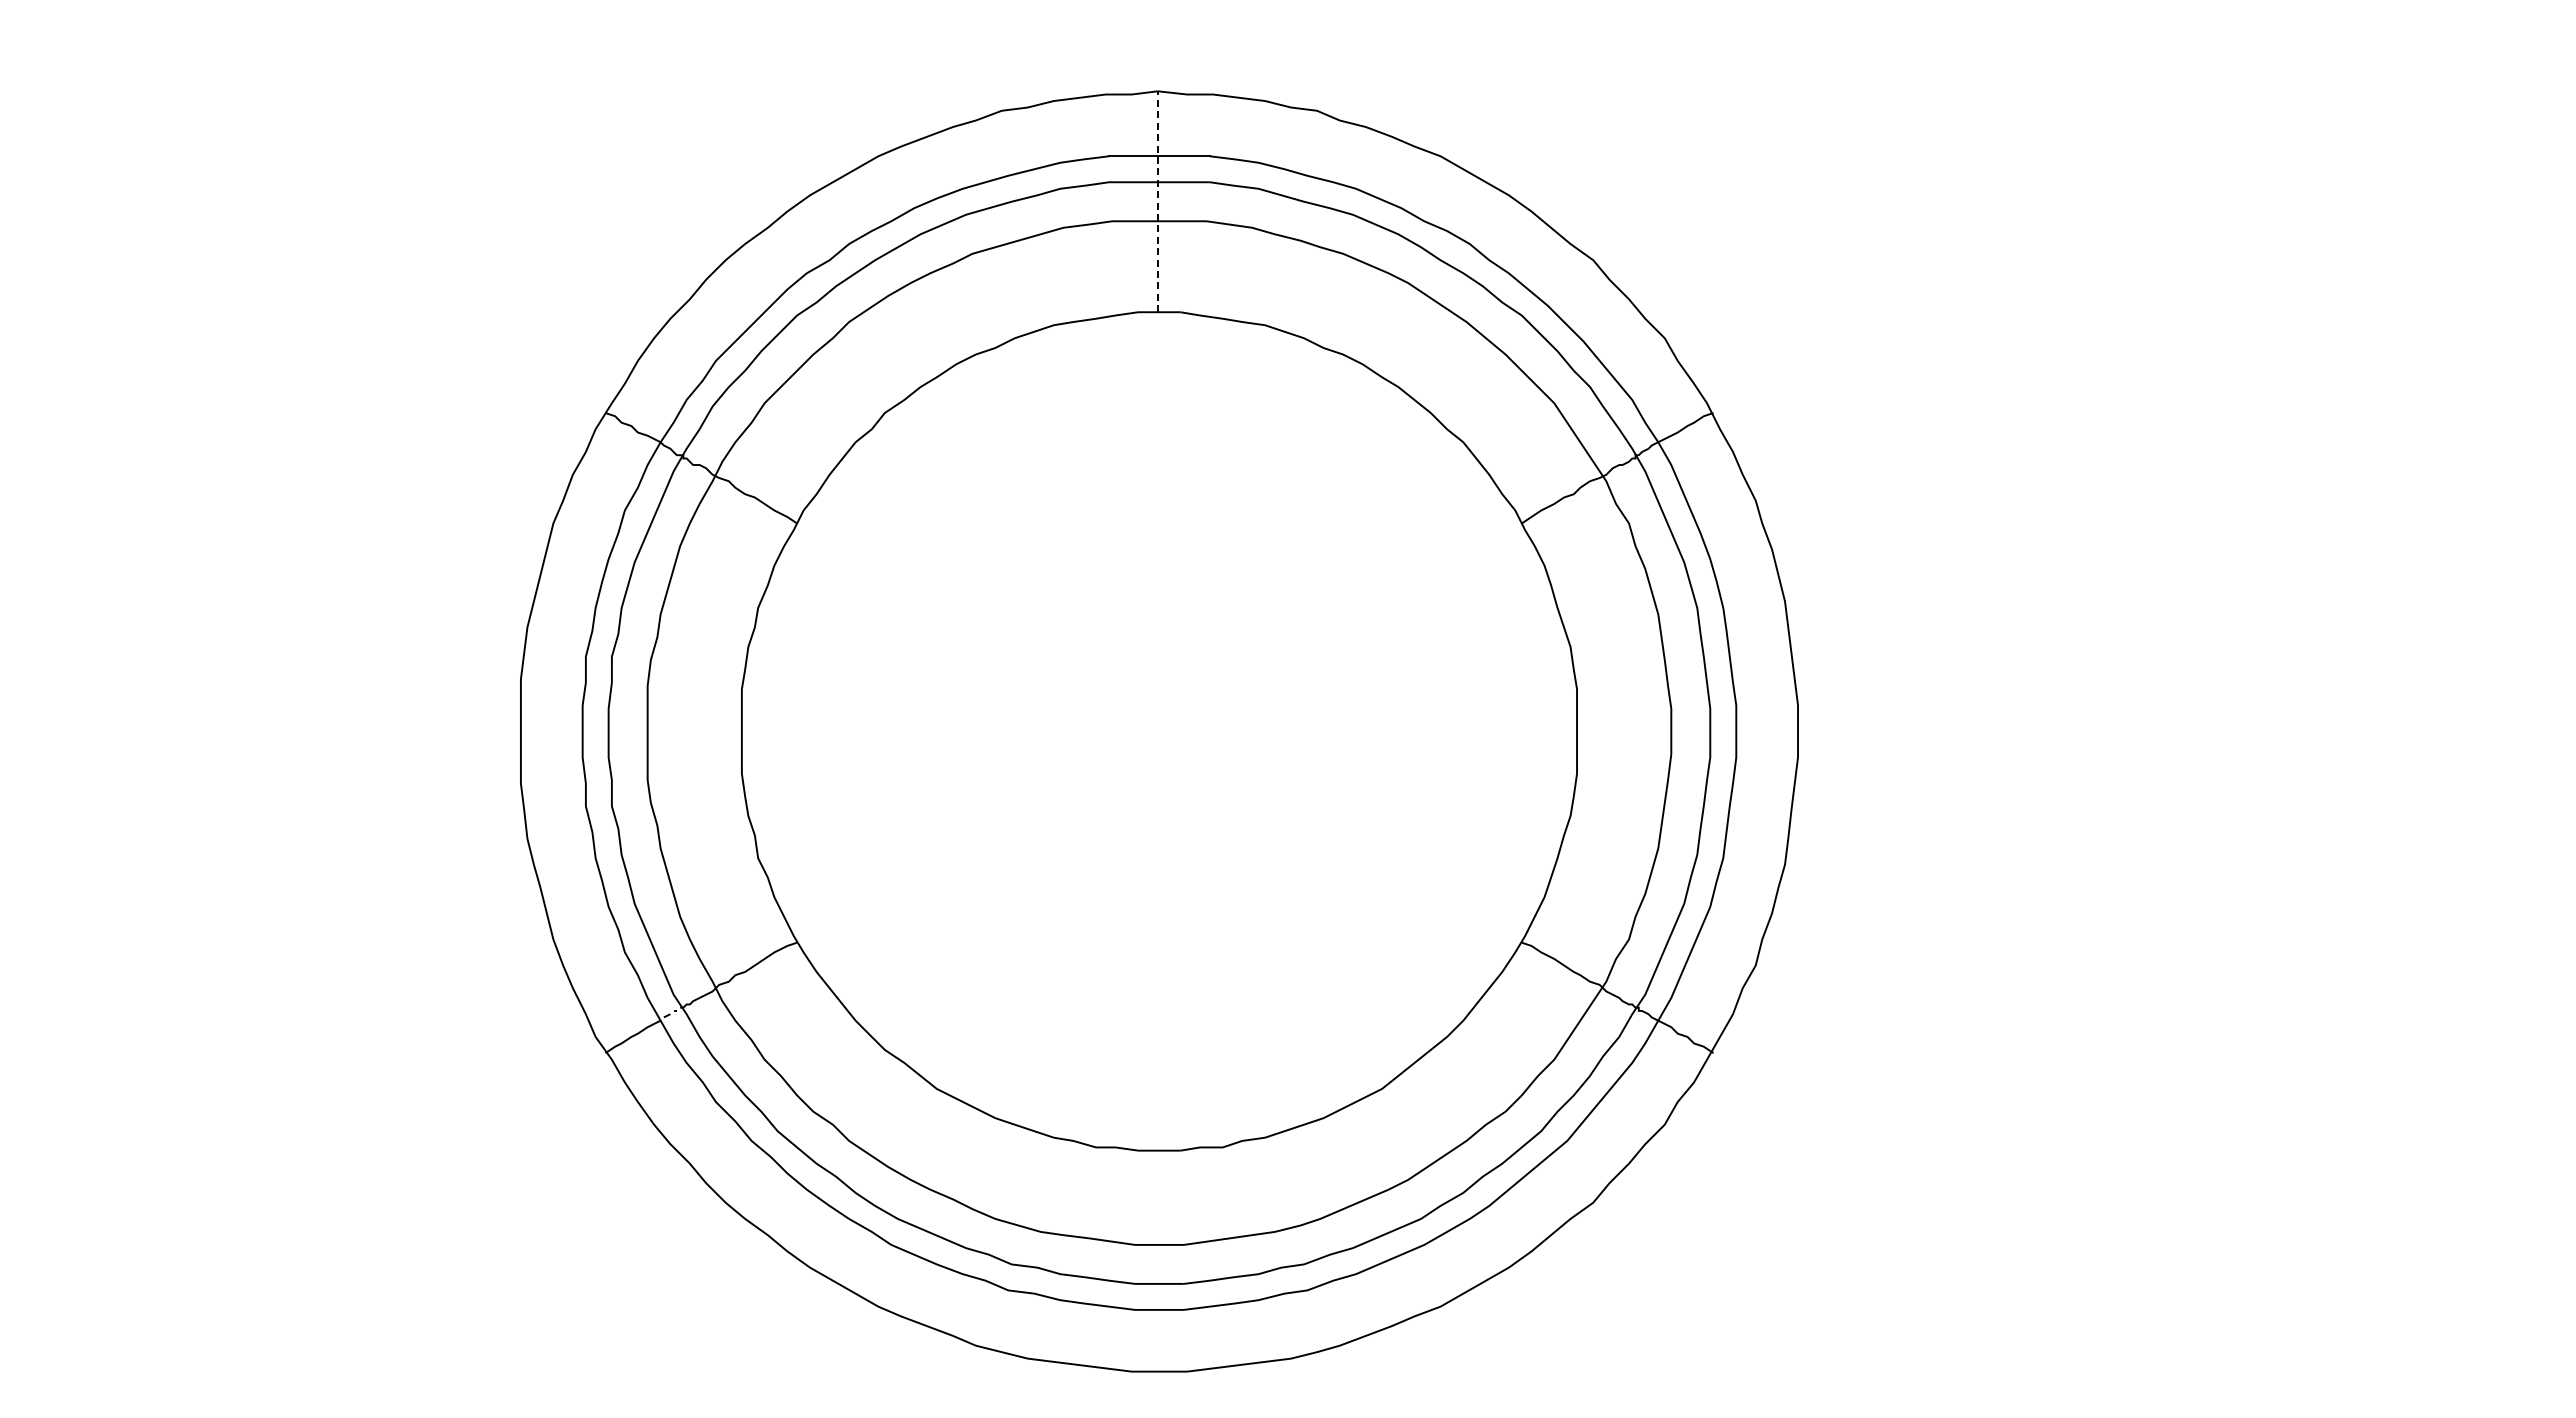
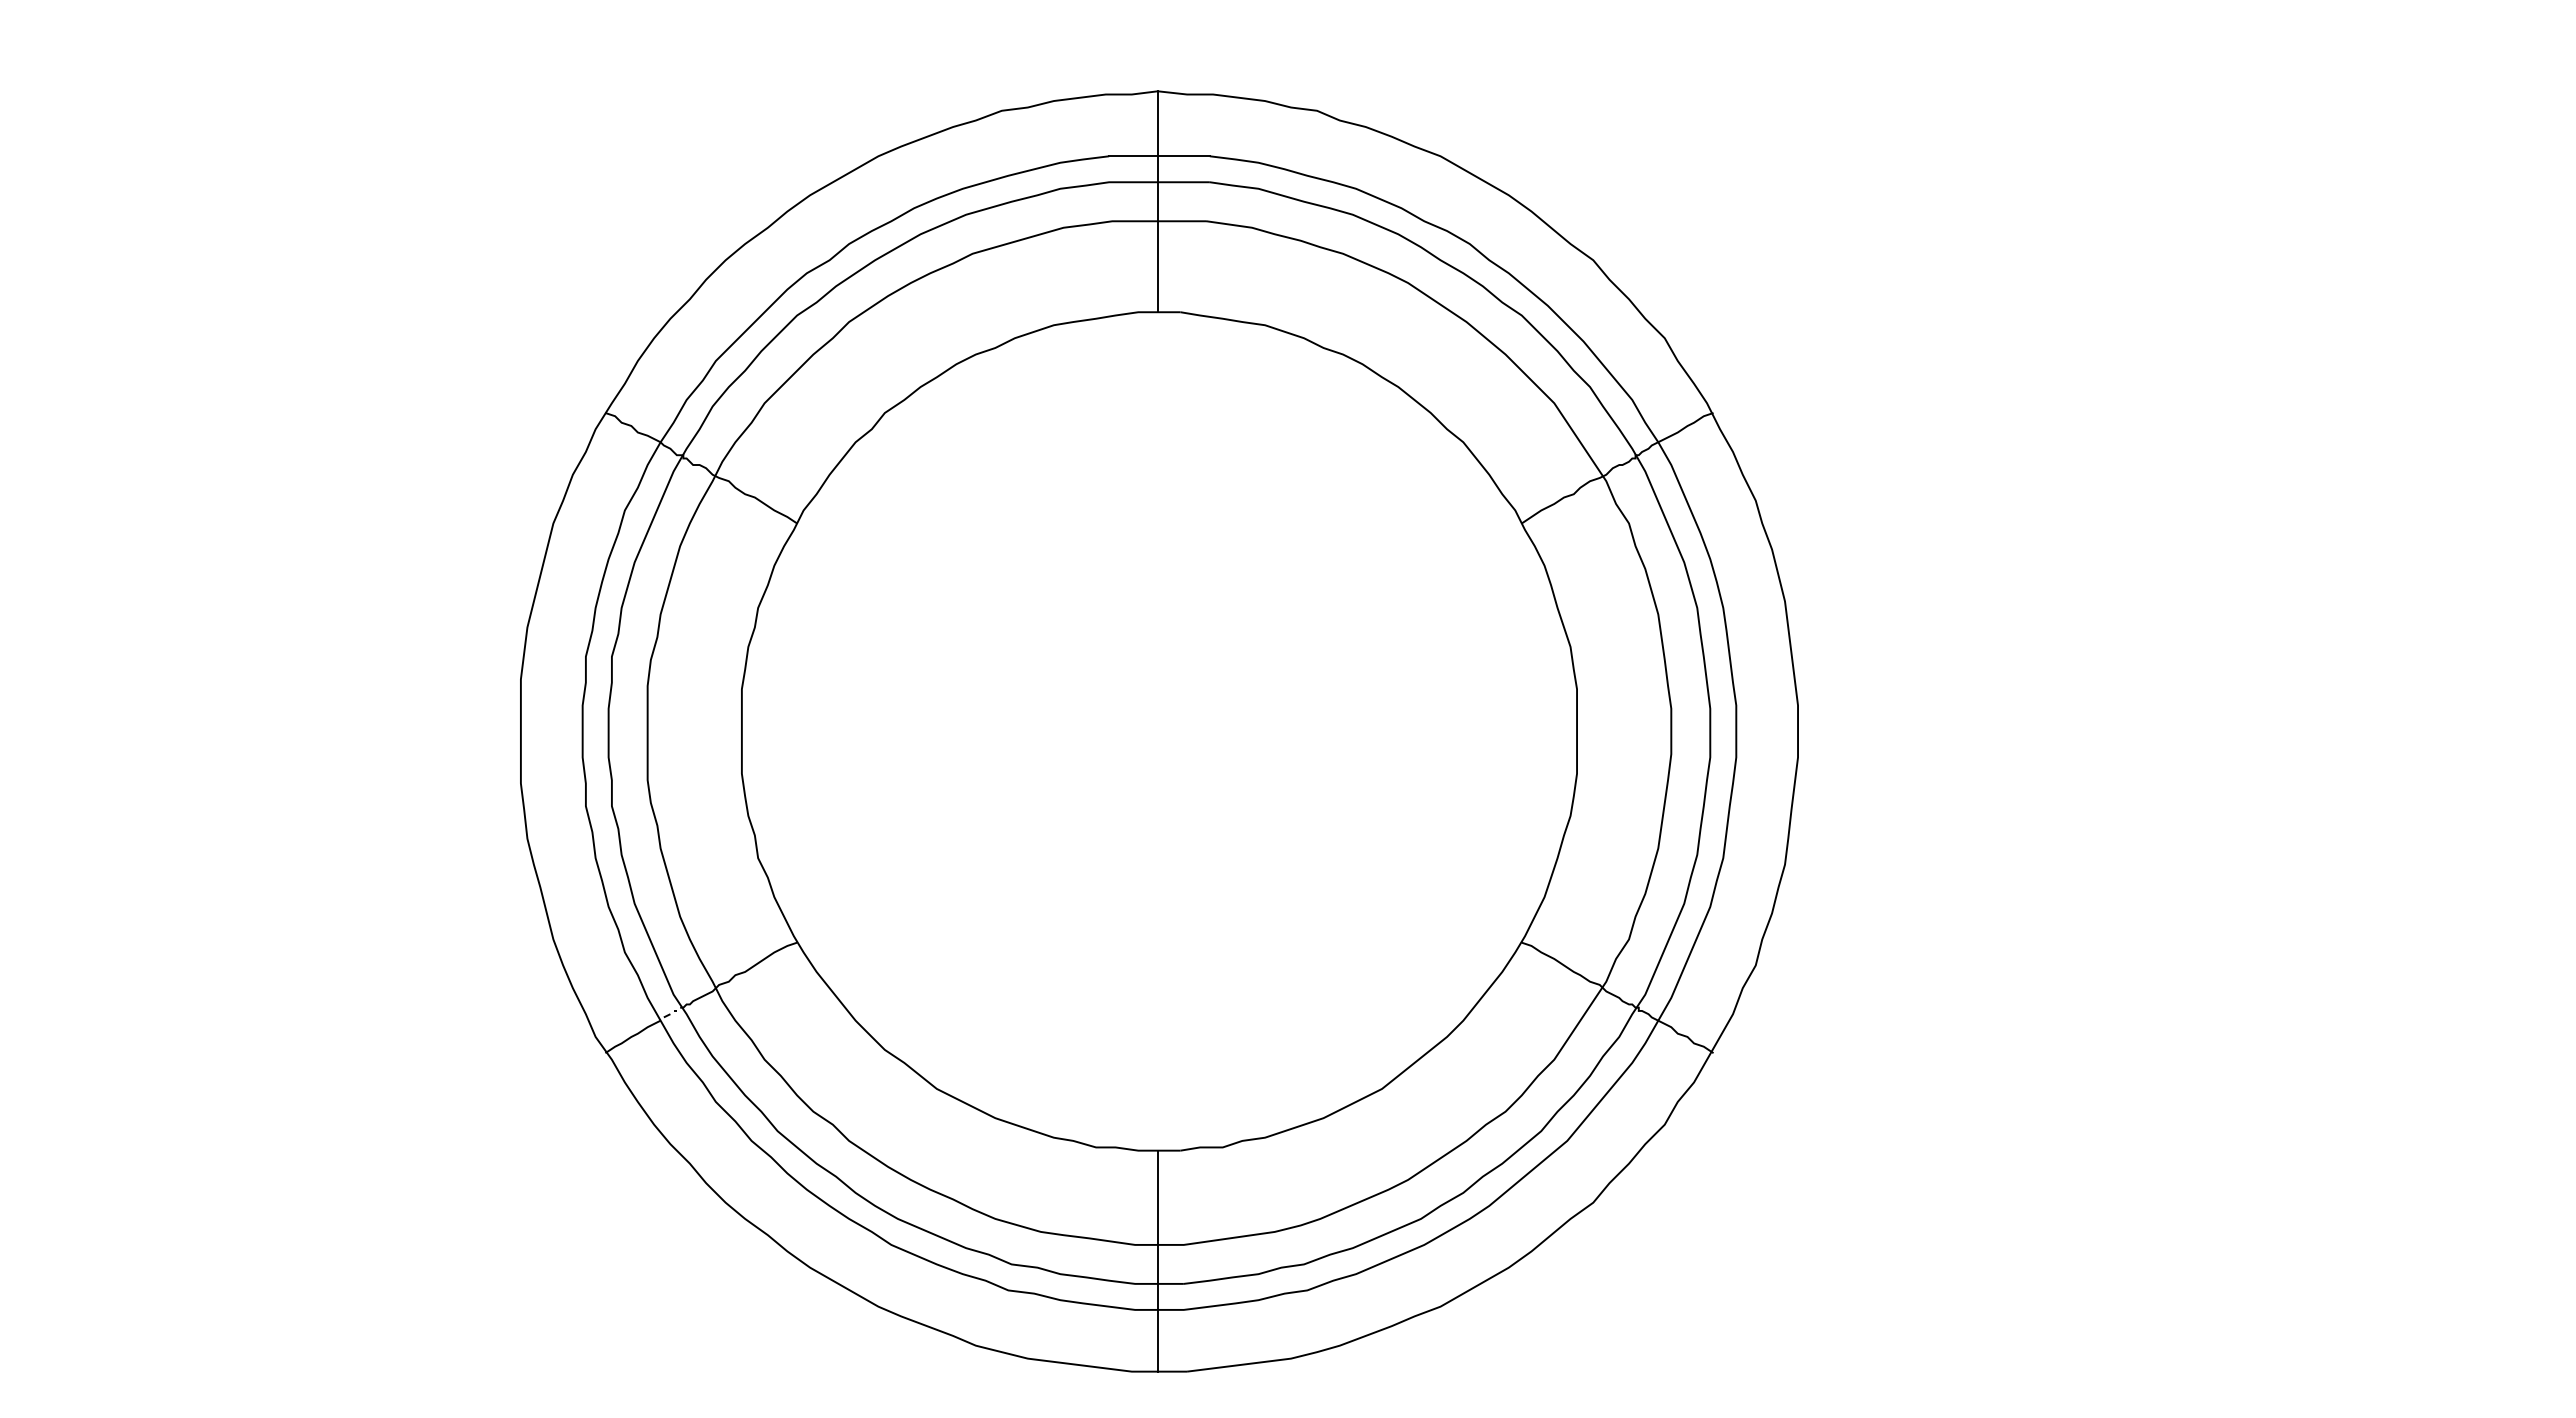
line at (1157, 201): dashed -> solid
line at (1157, 1260): none -> present
